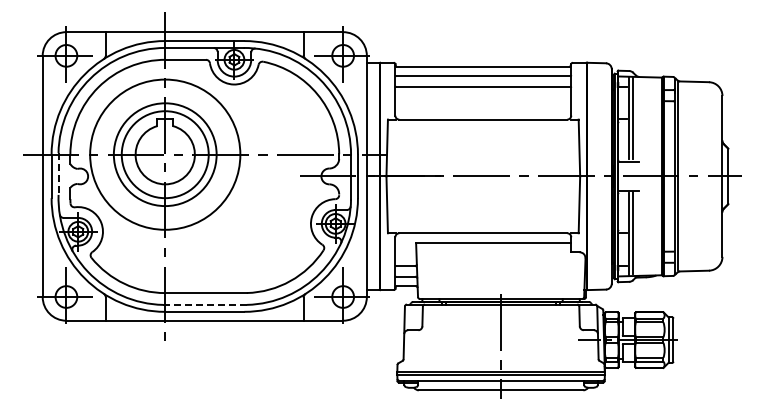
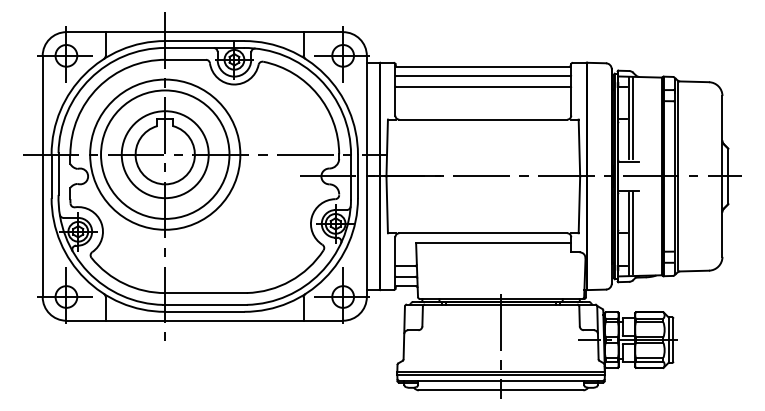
circle at (164, 154) diameter: 103 px -> 128 px
line at (58, 174): dashed -> solid
line at (205, 304): dashed -> solid
